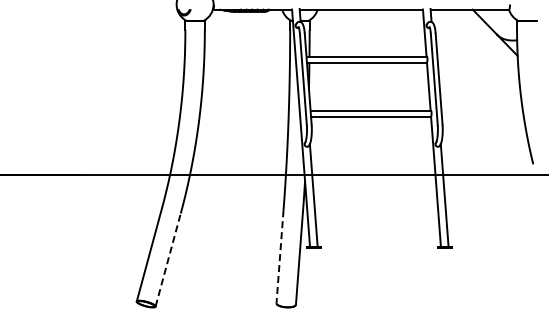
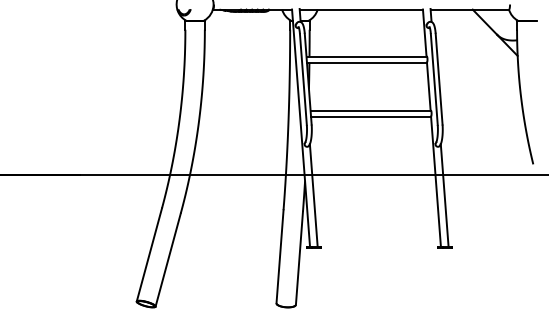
line at (280, 256): dashed -> solid
line at (168, 259): dashed -> solid
